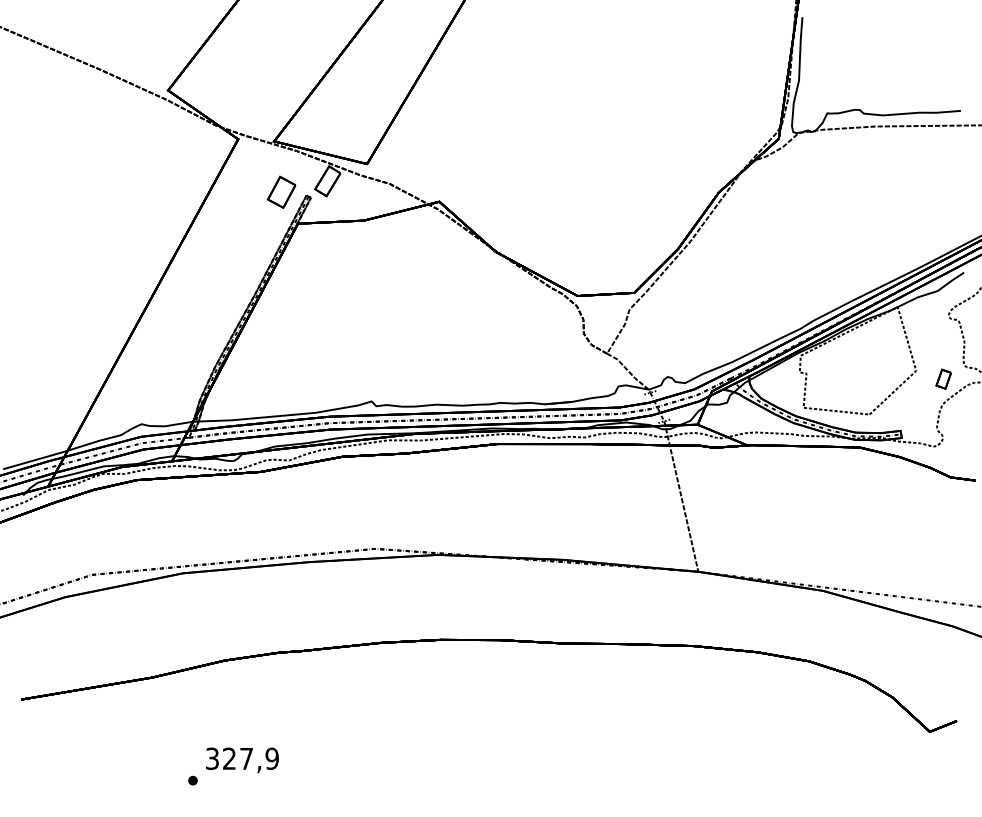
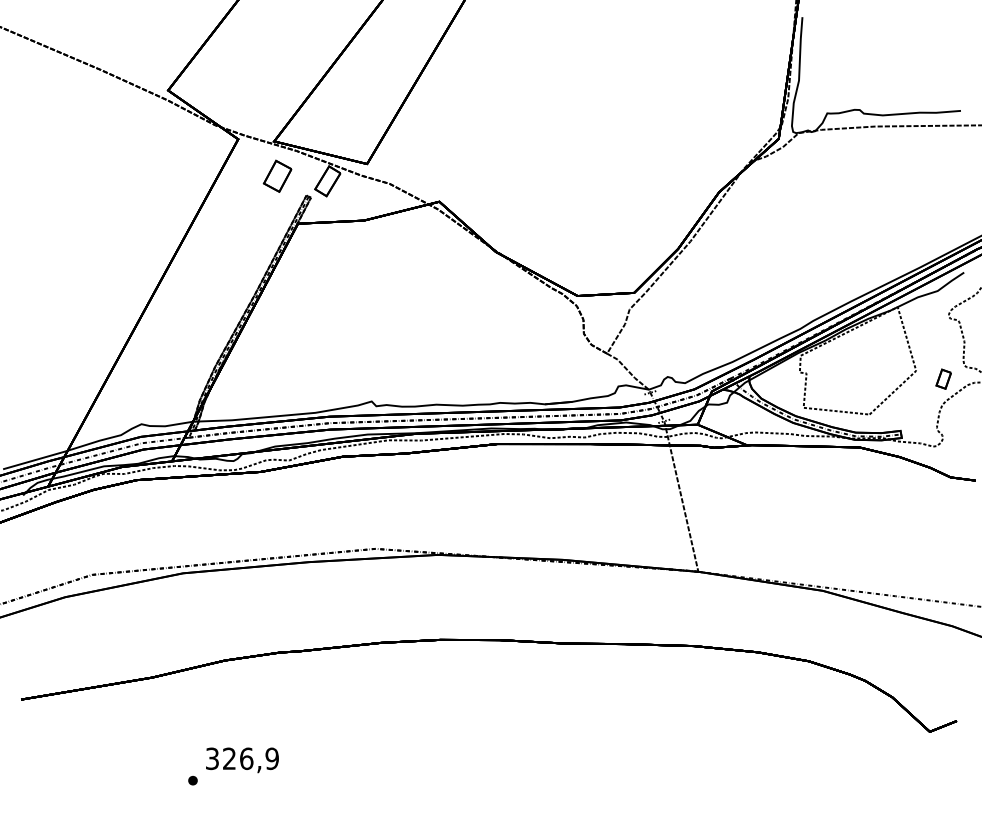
part at (281, 191) position: (281, 191) -> (277, 175)
text at (246, 758): 327,9 -> 326,9
